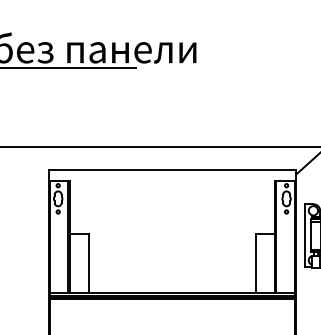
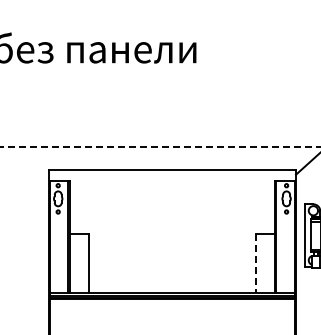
line at (68, 67): present -> none
line at (160, 147): solid -> dashed
line at (255, 264): solid -> dashed
